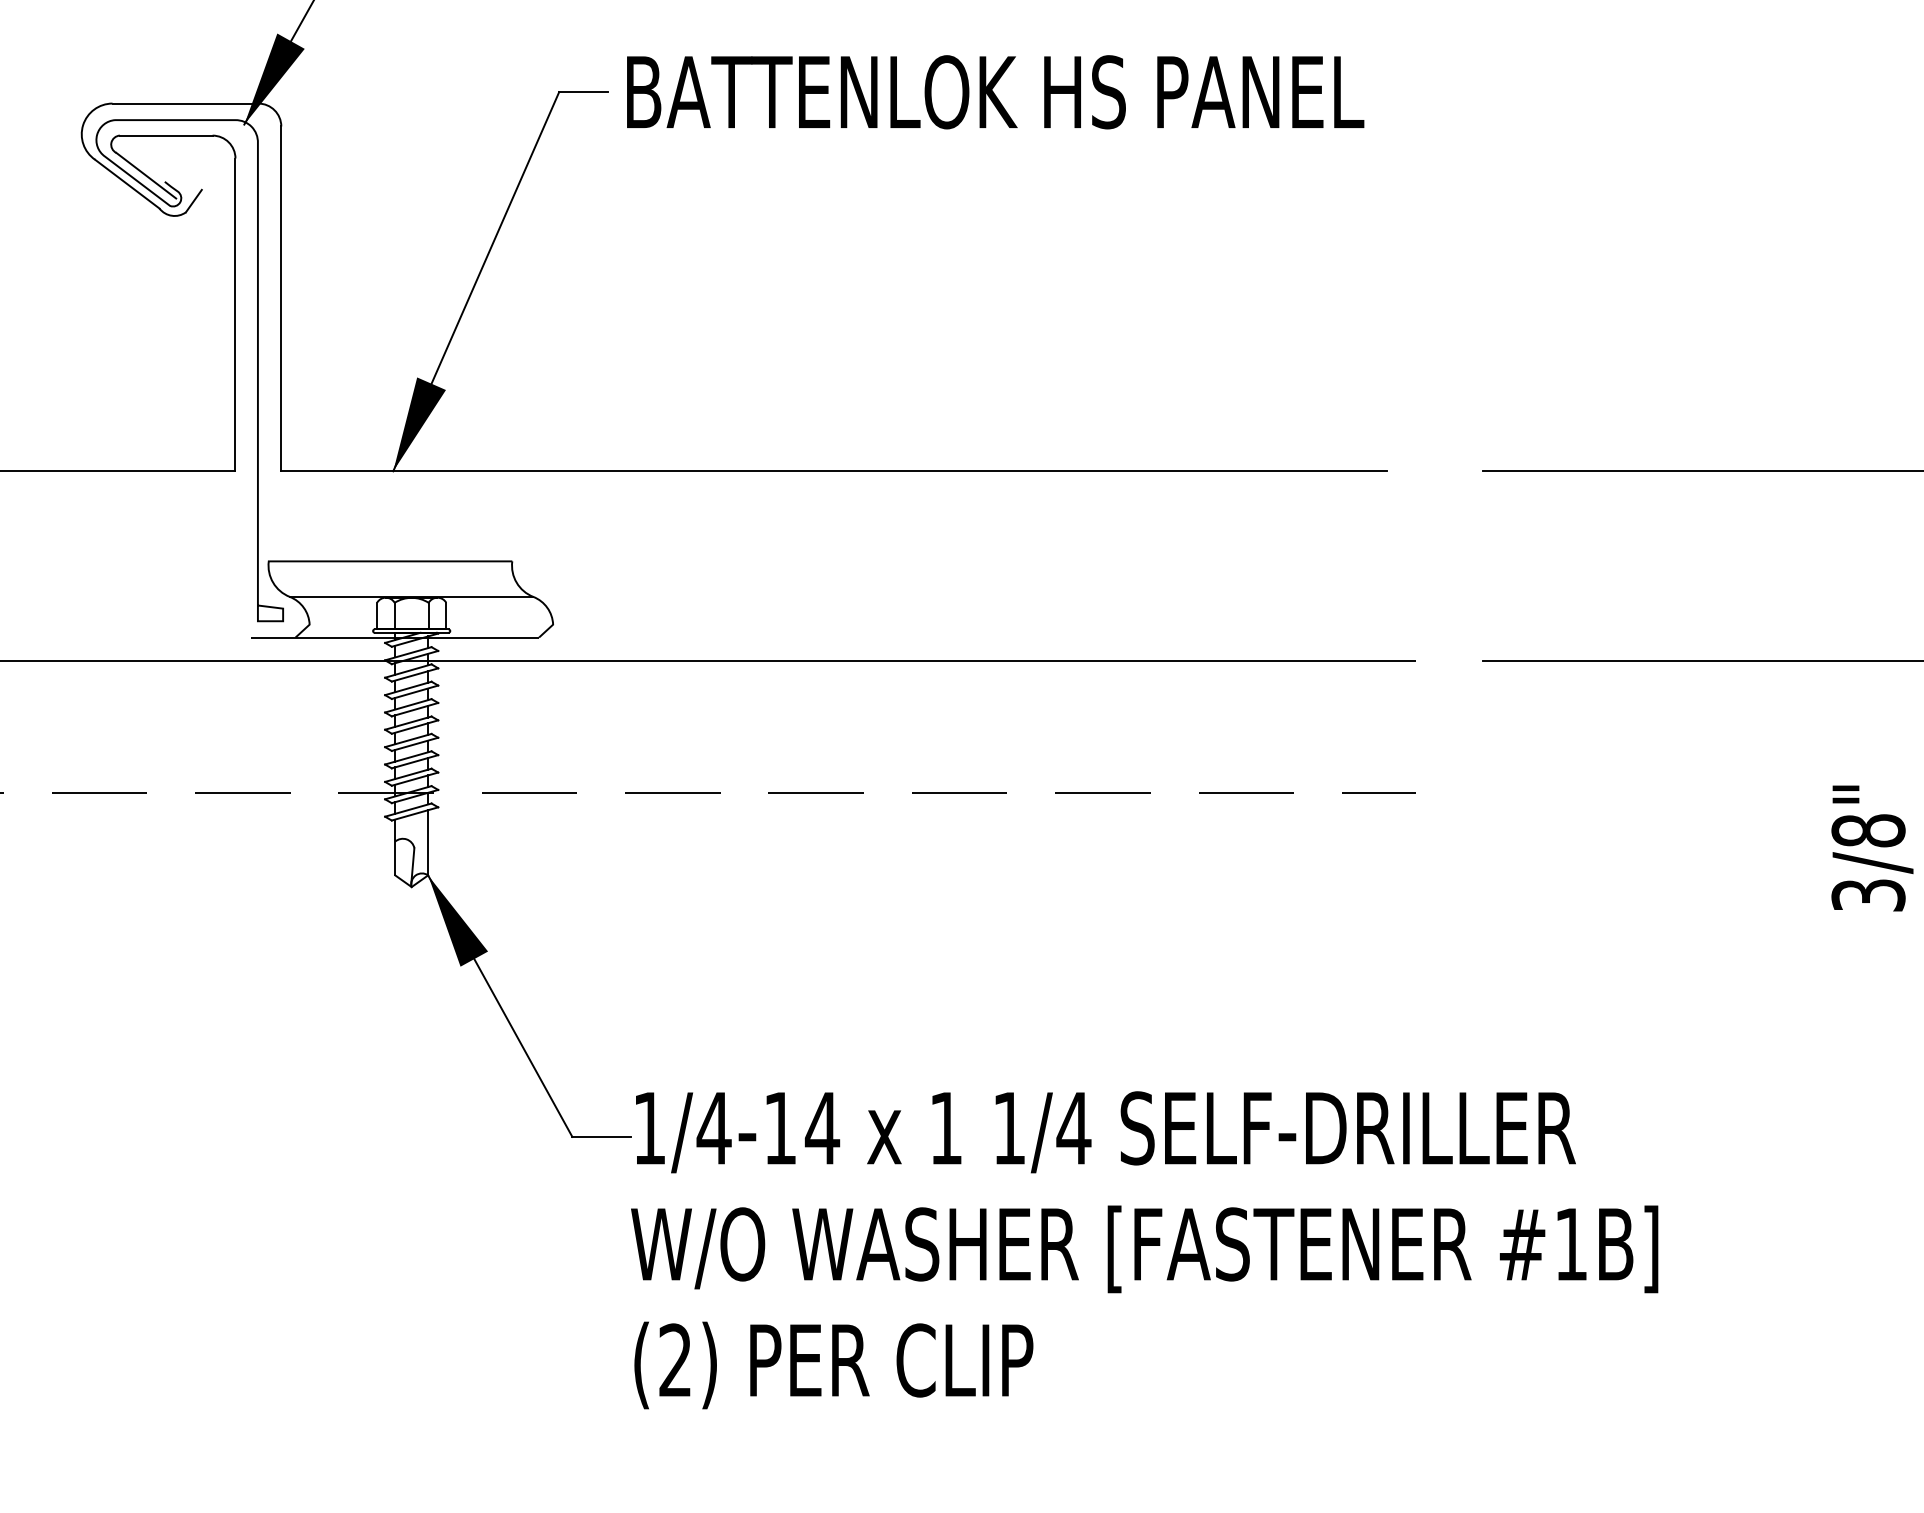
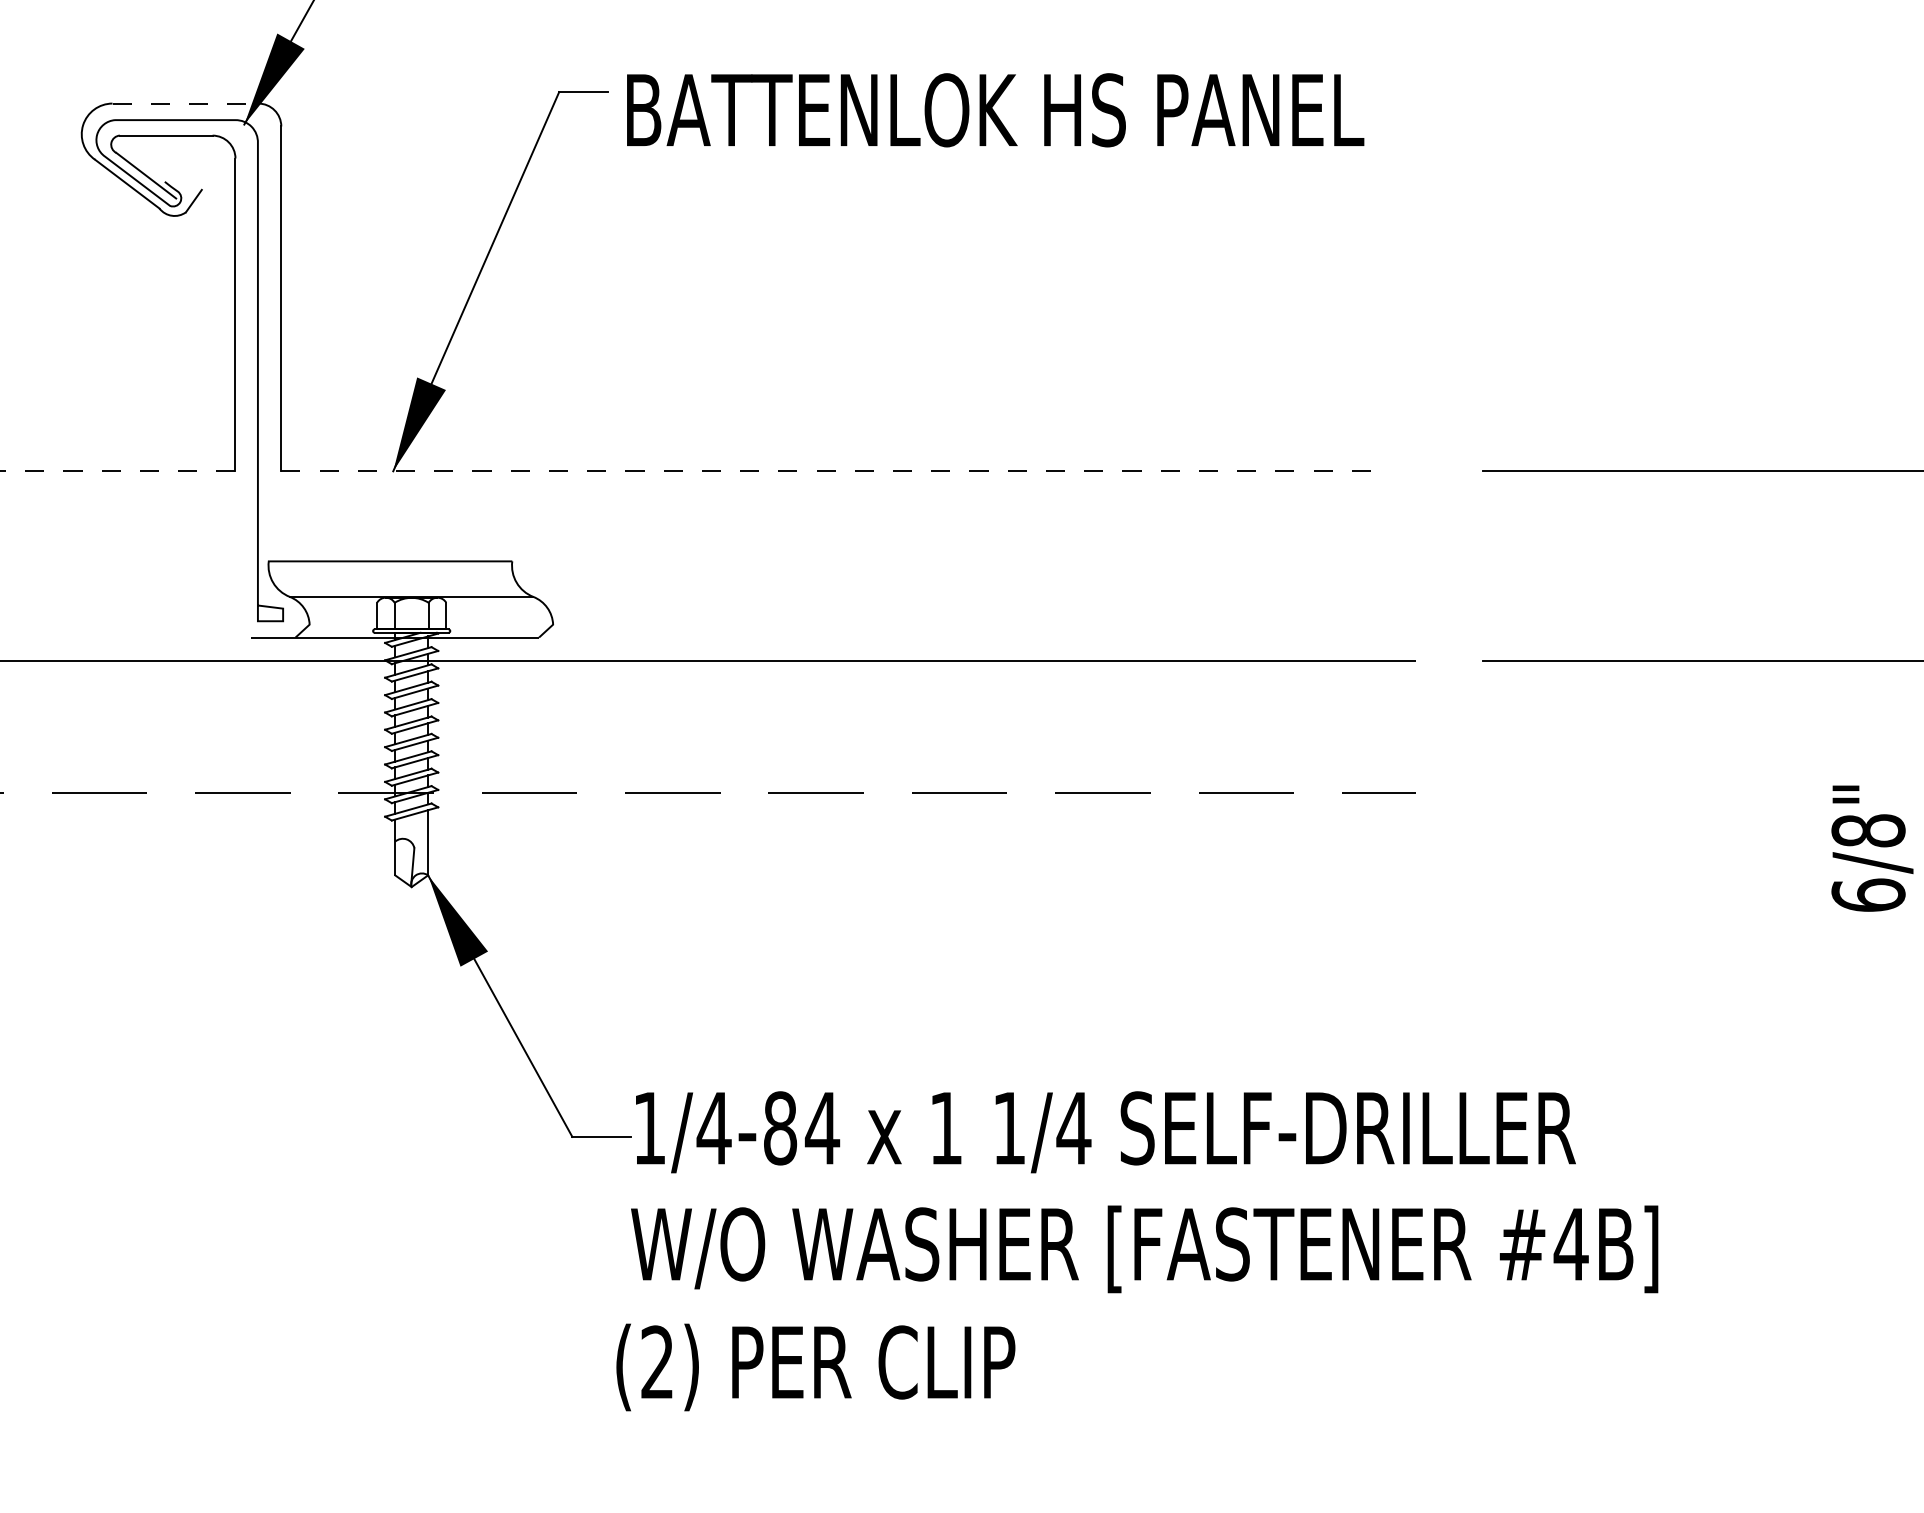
text at (995, 92) position: (995, 92) -> (995, 110)
line at (185, 103): solid -> dashed
line at (117, 471): solid -> dashed
line at (834, 471): solid -> dashed
text at (1868, 894): 3/8" -> 6/8"
text at (780, 1128): 1/4-14 -> 1/4-84
text at (1570, 1244): #1B] -> #4B]
text at (833, 1365) position: (833, 1365) -> (815, 1367)
